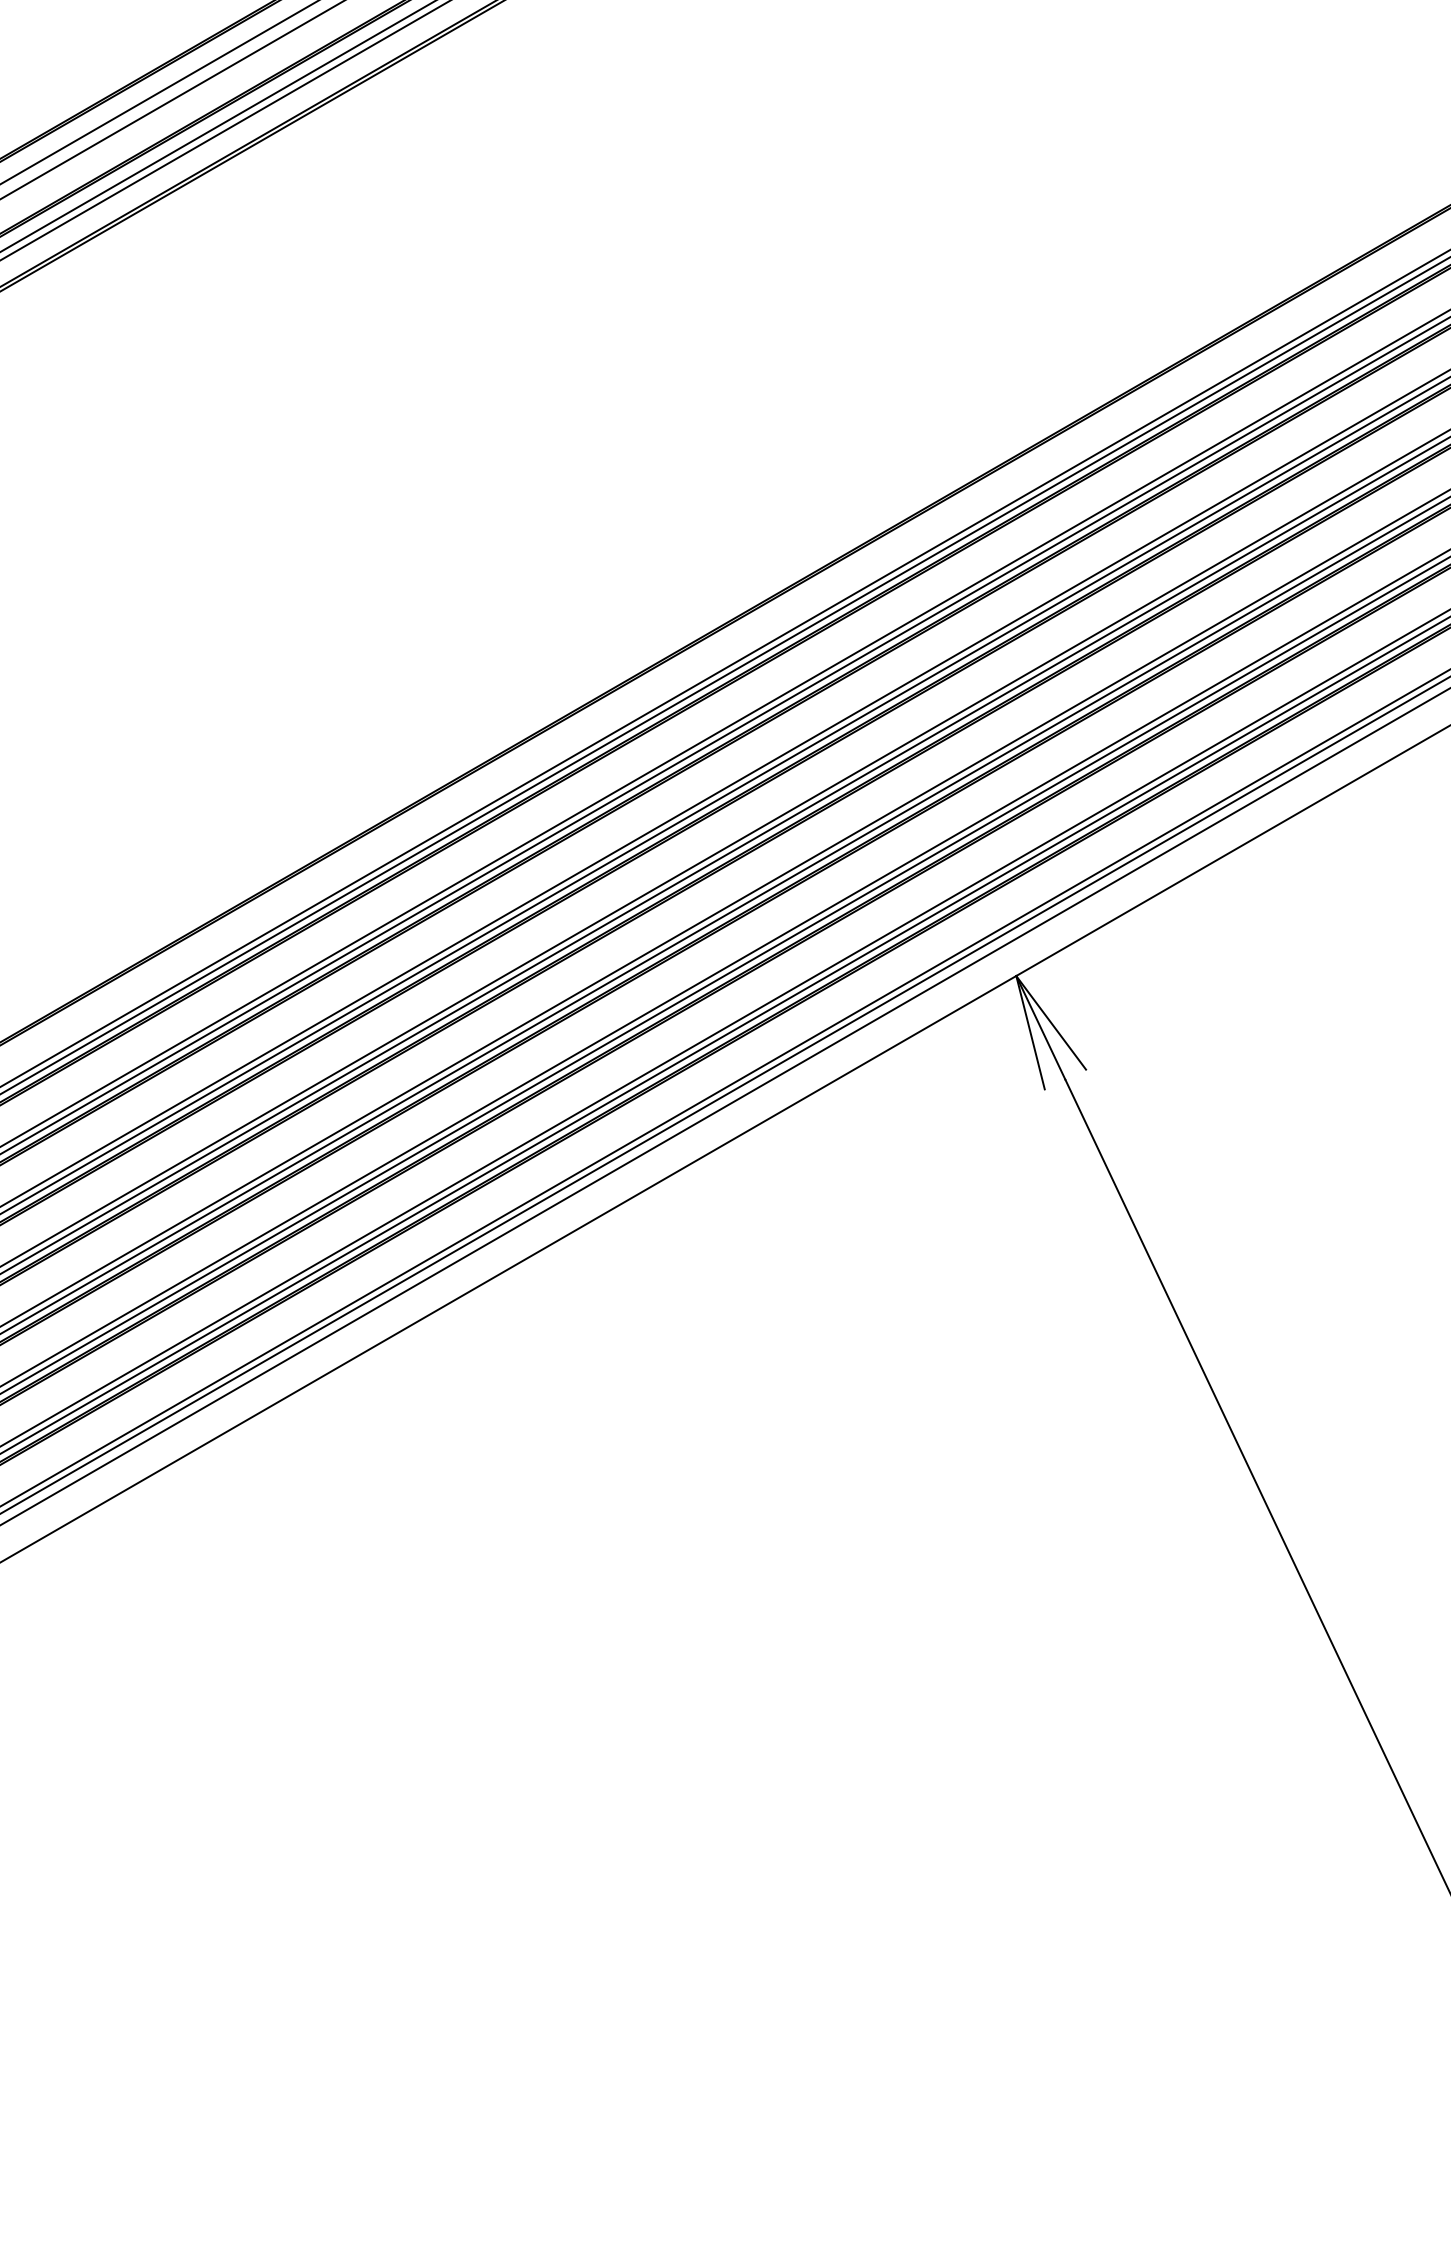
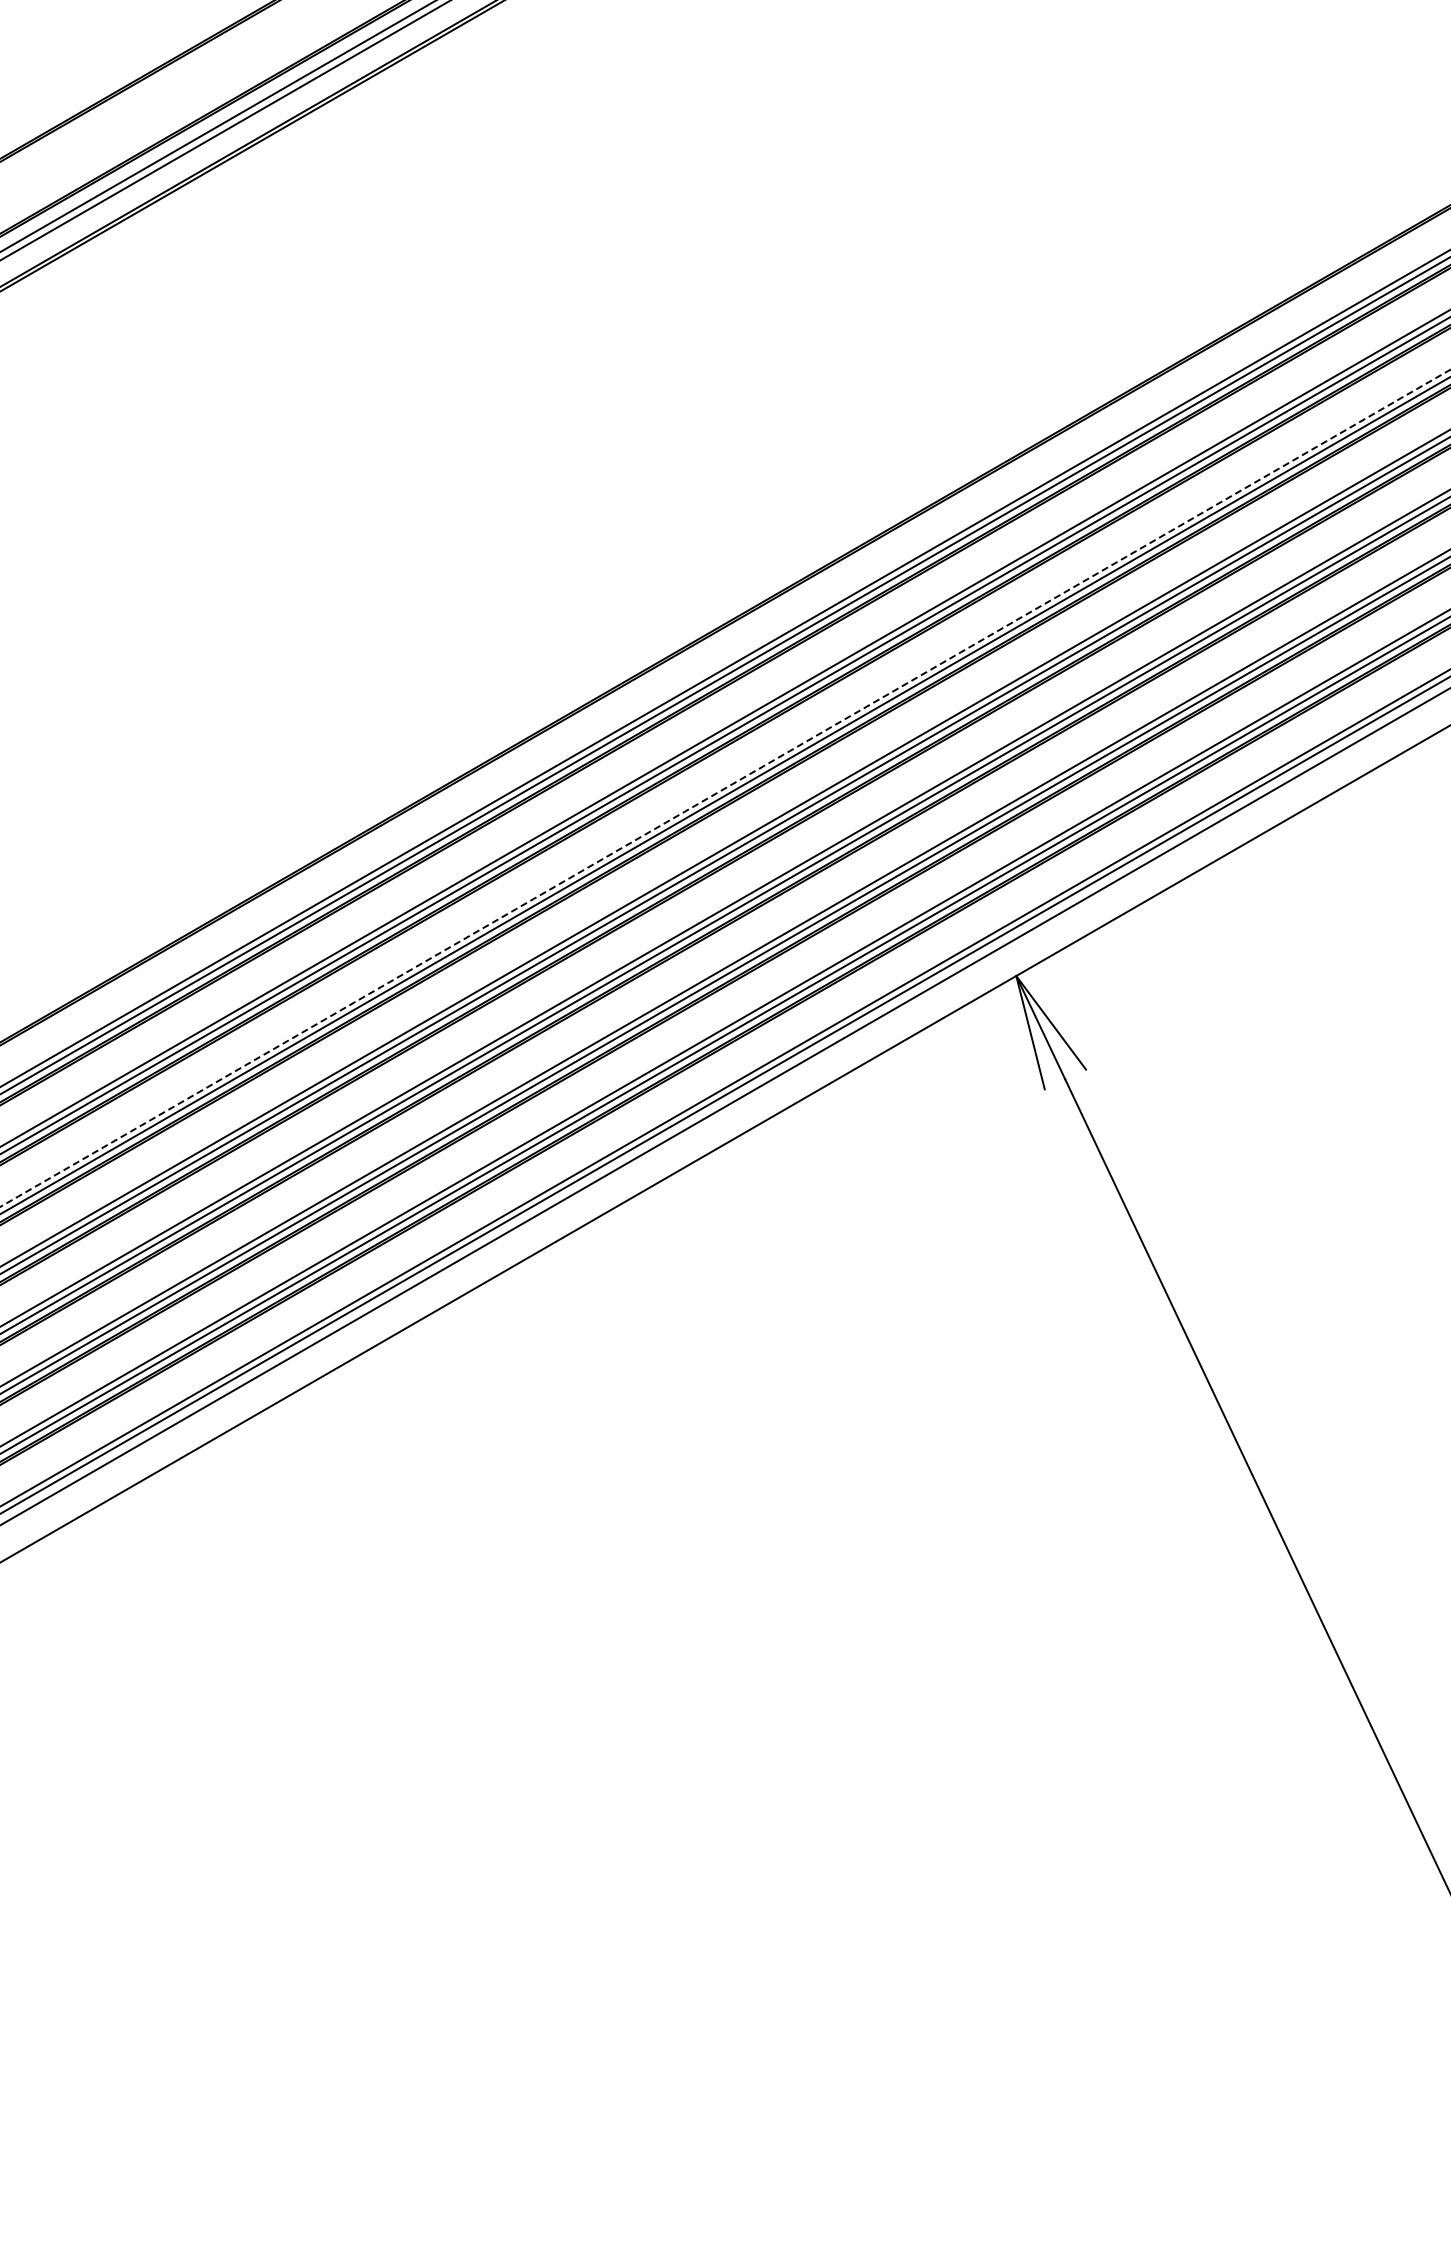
line at (159, 92): present -> none
line at (171, 100): present -> none
line at (725, 788): solid -> dashed
